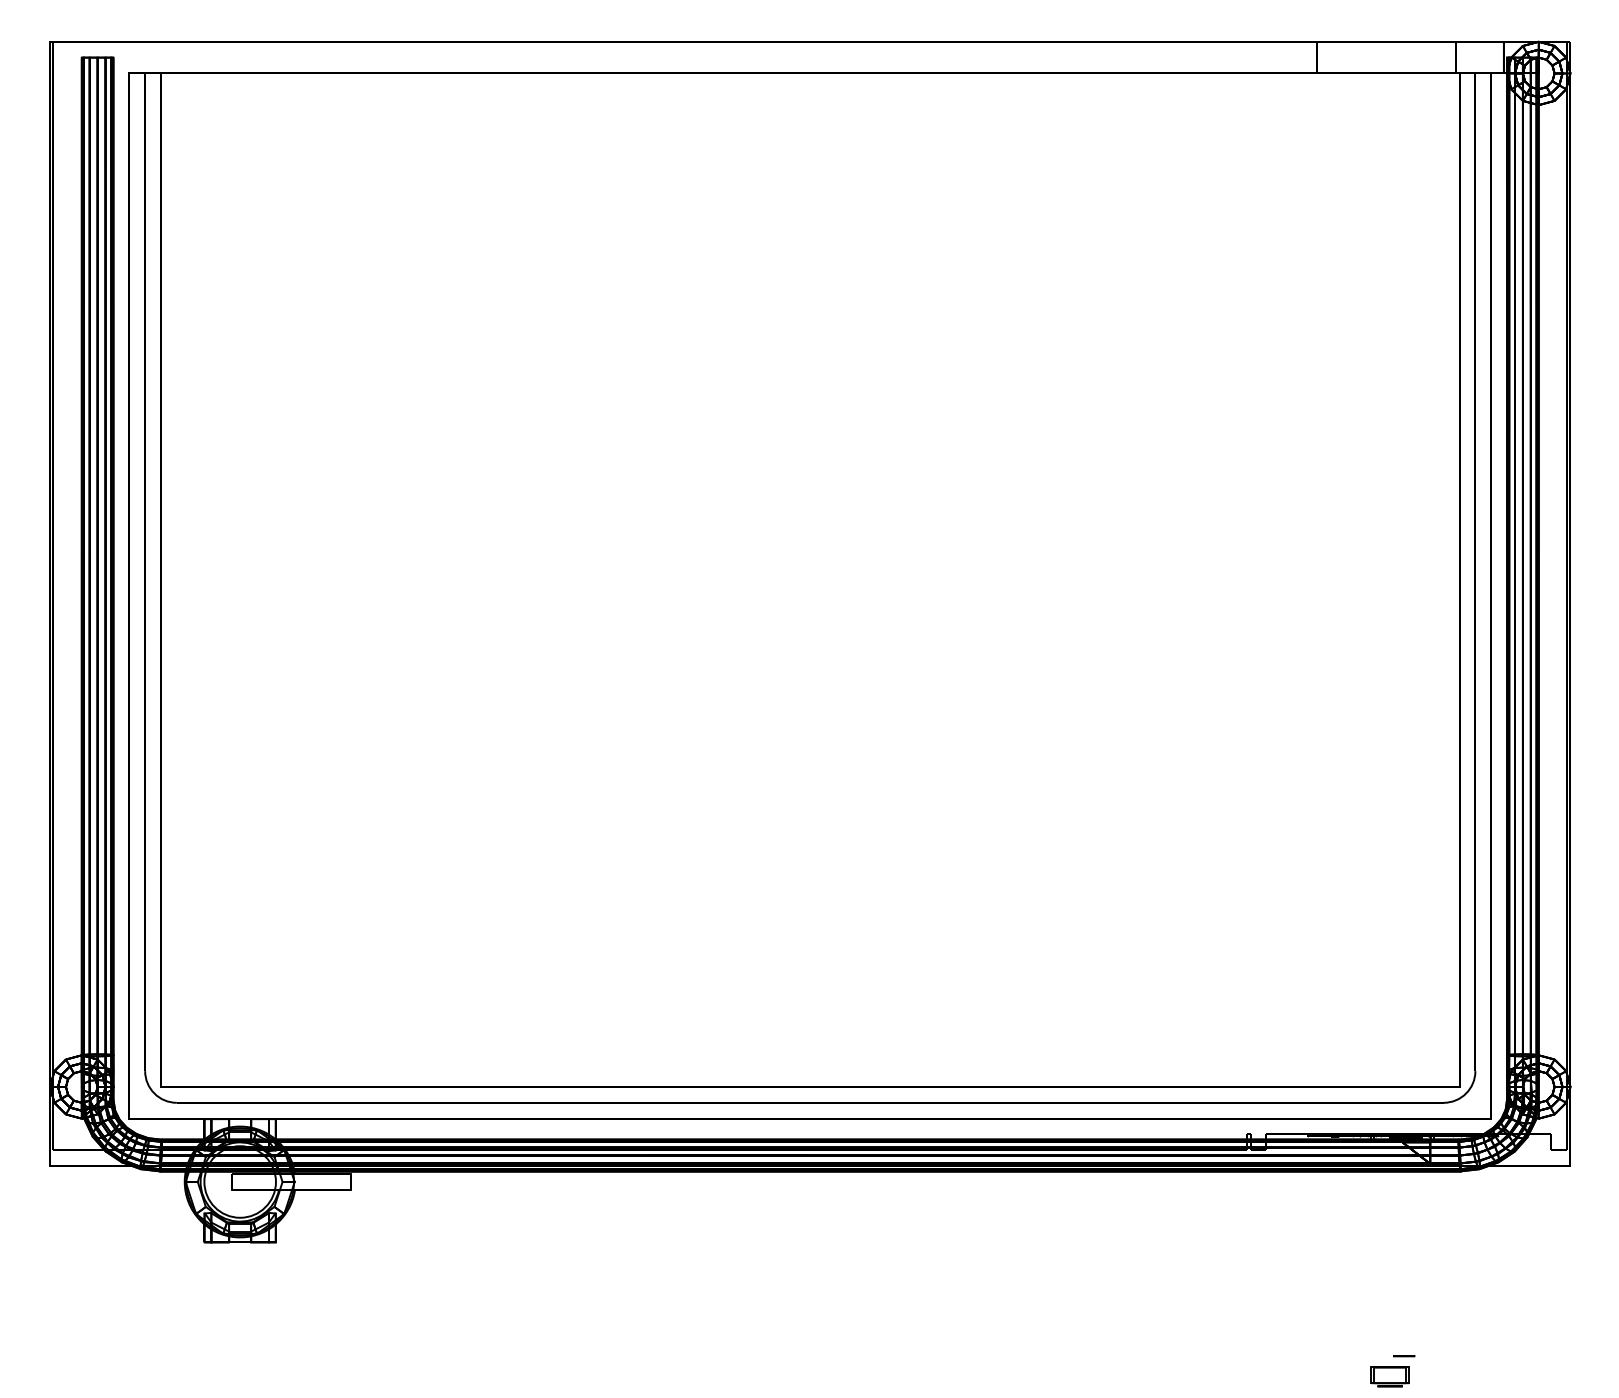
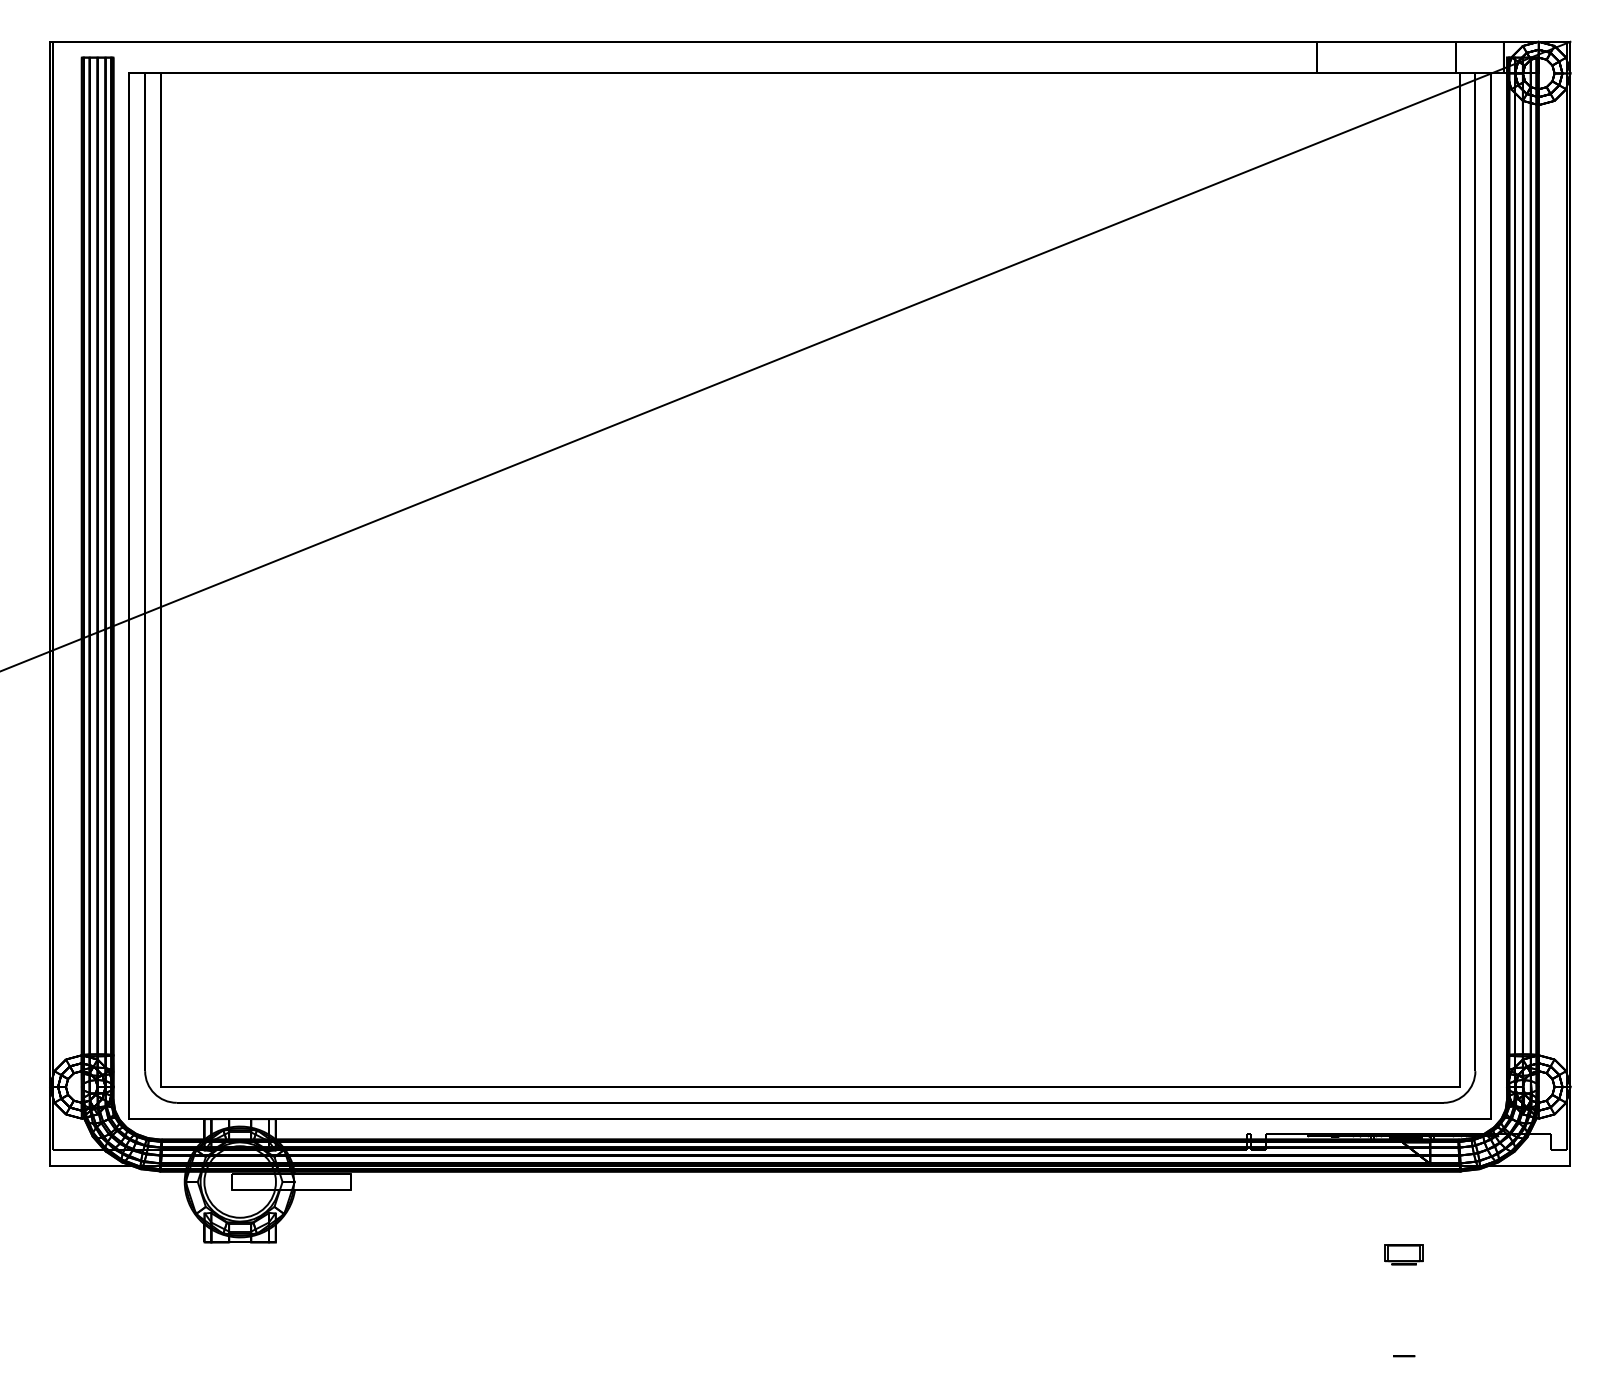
line at (786, 355): none -> present
part at (1389, 1376) position: (1389, 1376) -> (1403, 1254)
